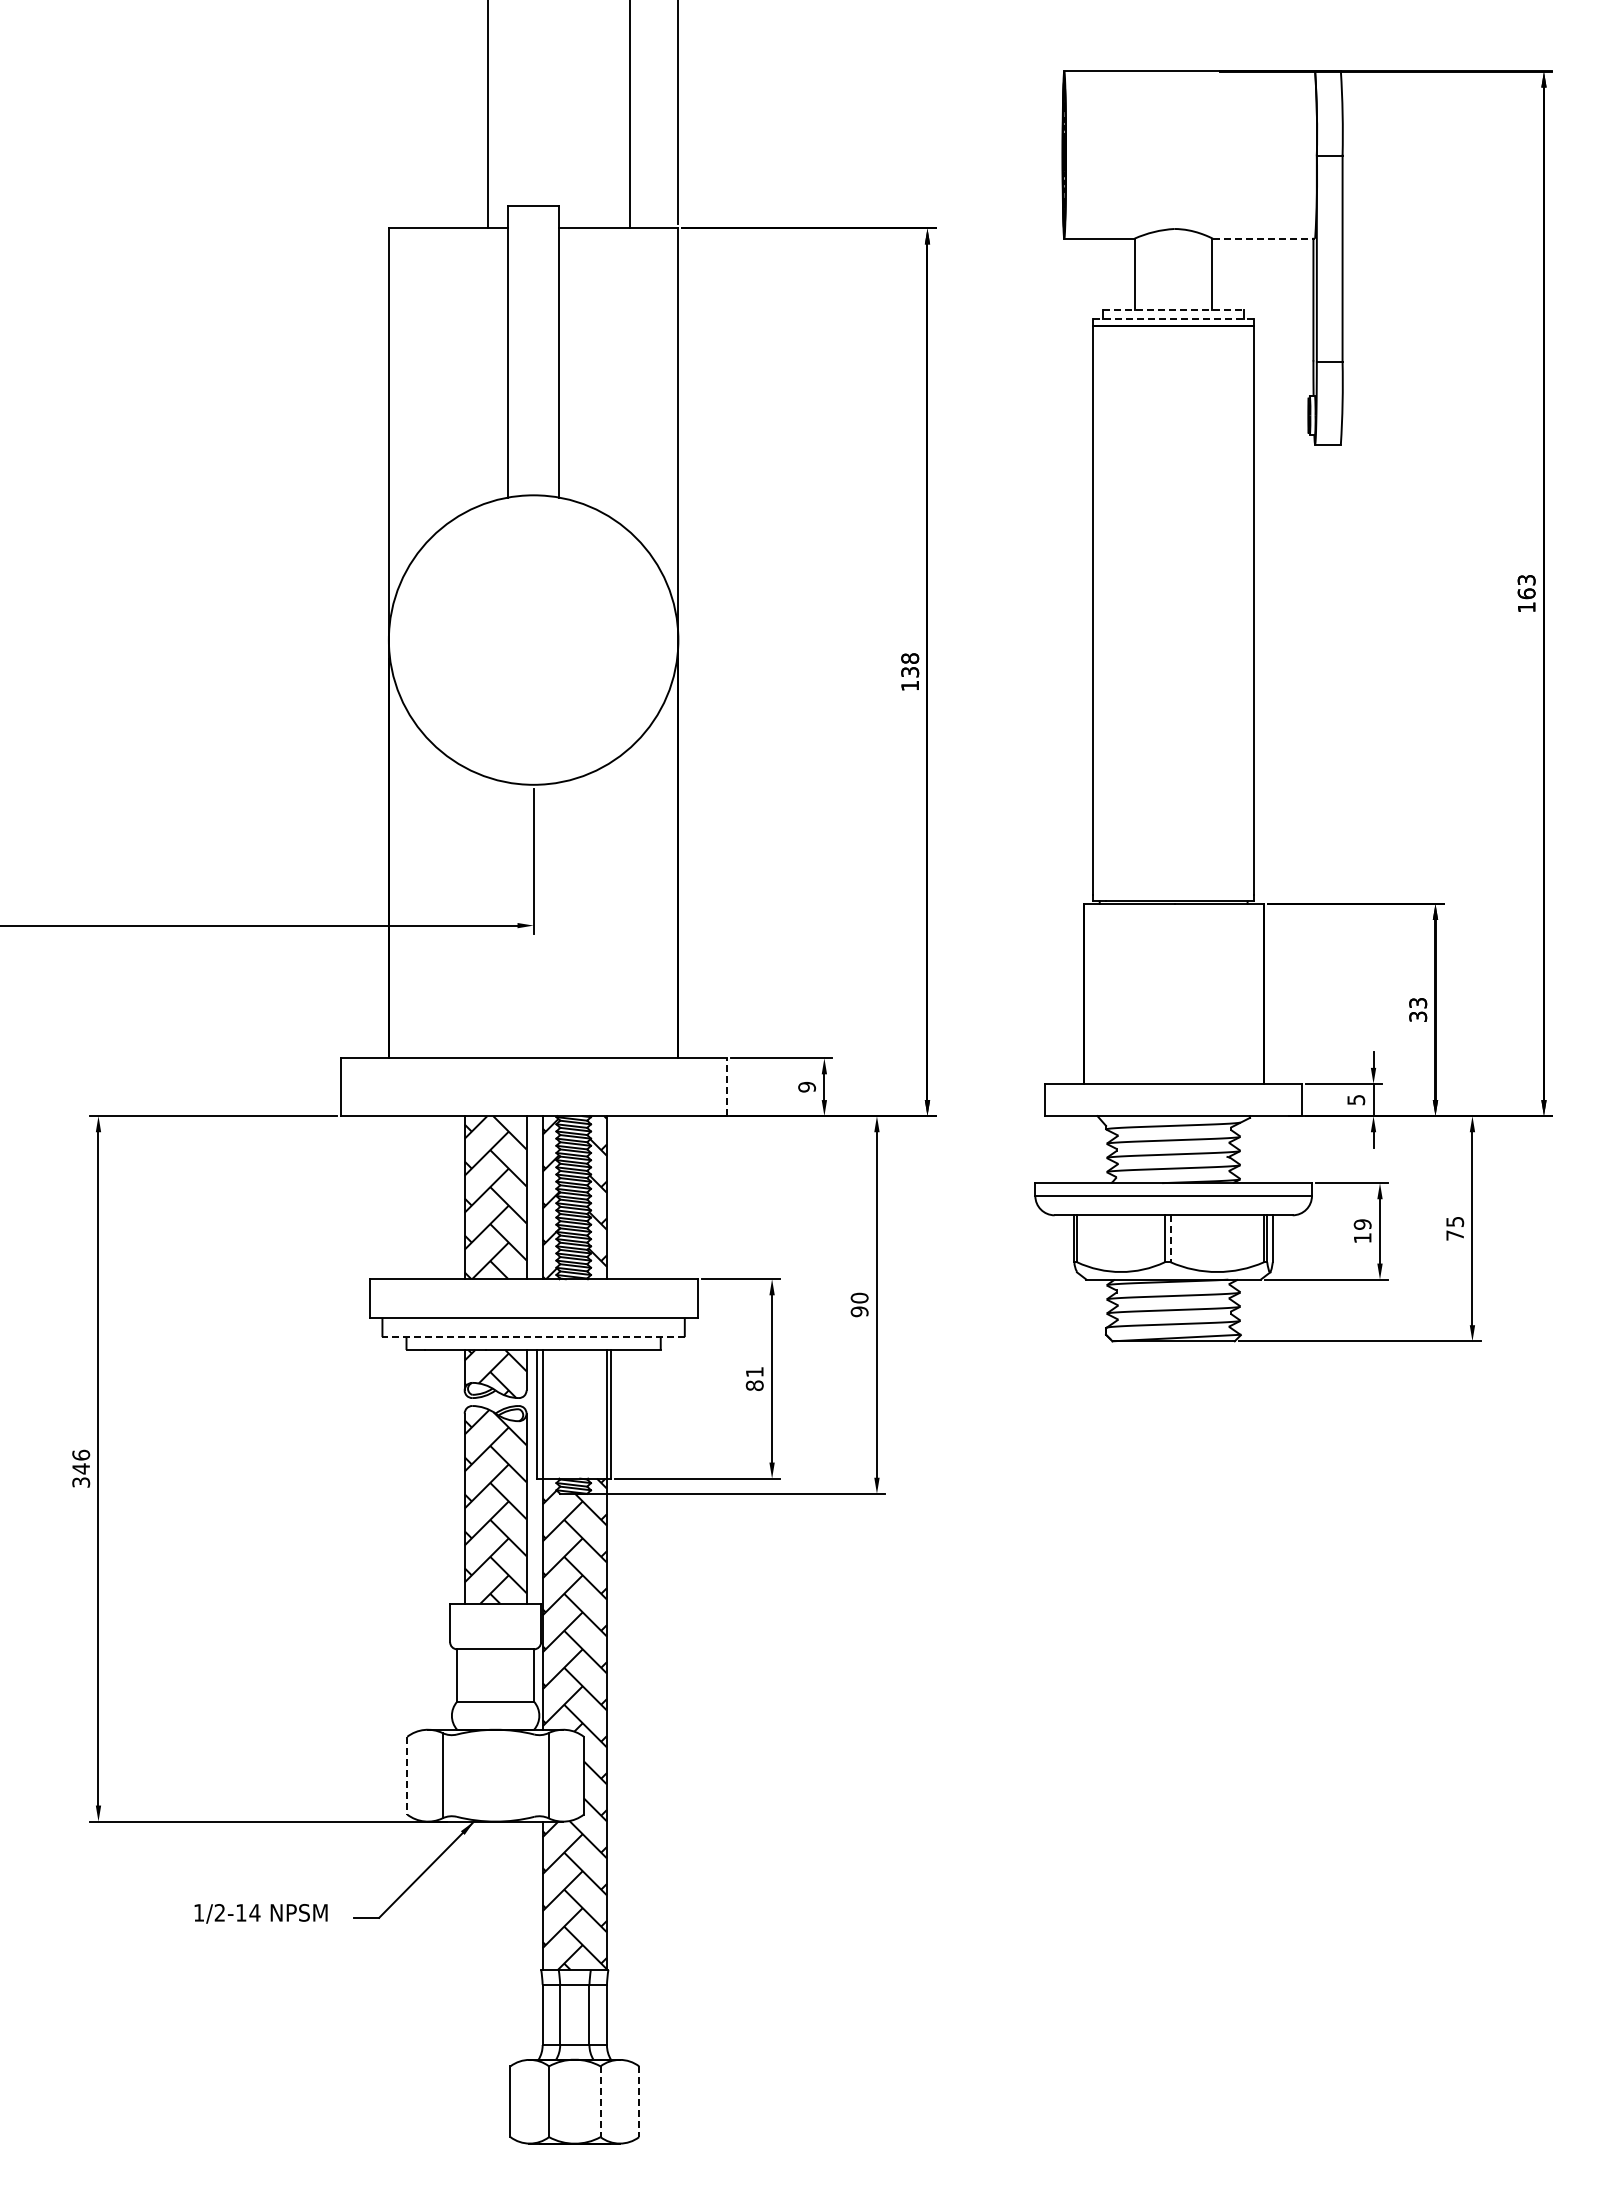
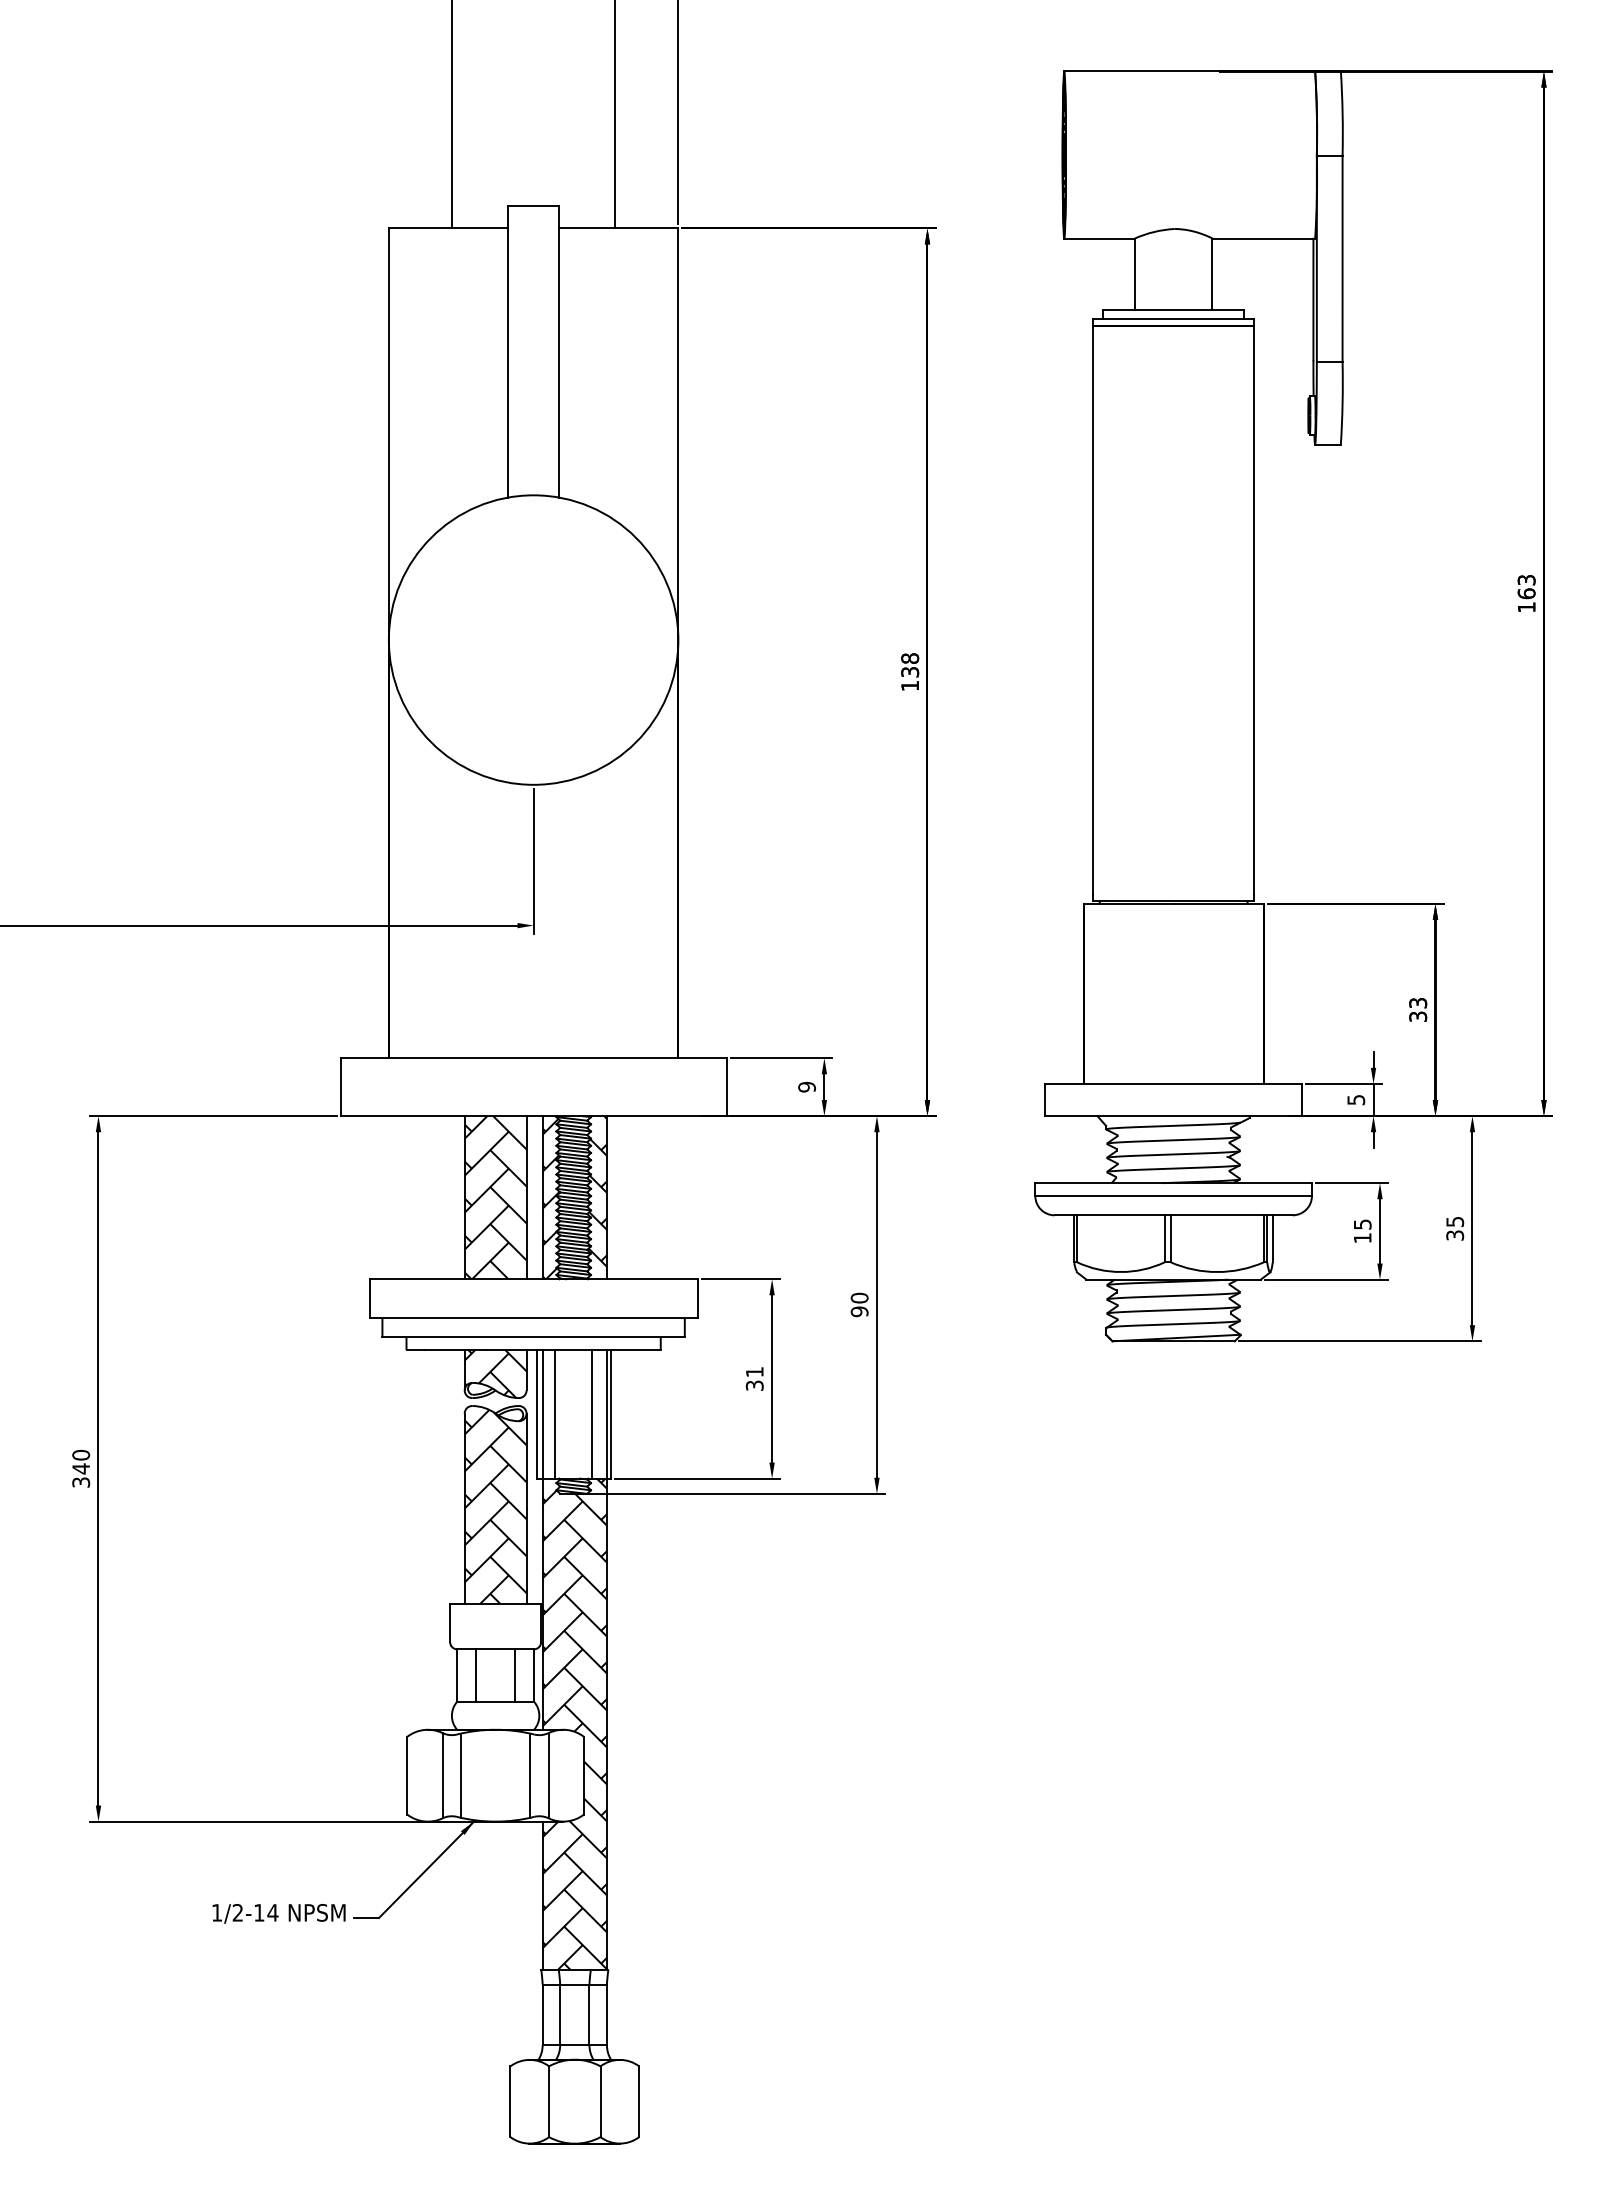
line at (487, 115) position: (487, 115) -> (451, 115)
line at (630, 115) position: (630, 115) -> (615, 115)
line at (1264, 238): dashed -> solid
line at (1173, 309): dashed -> solid
line at (1174, 319): dashed -> solid
line at (726, 1087): dashed -> solid
text at (1362, 1224): 19 -> 15
text at (1455, 1235): 75 -> 35
line at (1170, 1239): dashed -> solid
line at (533, 1337): dashed -> solid
text at (754, 1385): 81 -> 31
line at (555, 1413): none -> present
line at (592, 1413): none -> present
text at (80, 1454): 346 -> 340
line at (476, 1675): none -> present
line at (514, 1675): none -> present
line at (407, 1775): dashed -> solid
line at (461, 1775): none -> present
line at (530, 1775): none -> present
text at (260, 1913) position: (260, 1913) -> (278, 1913)
line at (600, 2102): dashed -> solid
line at (639, 2102): dashed -> solid
